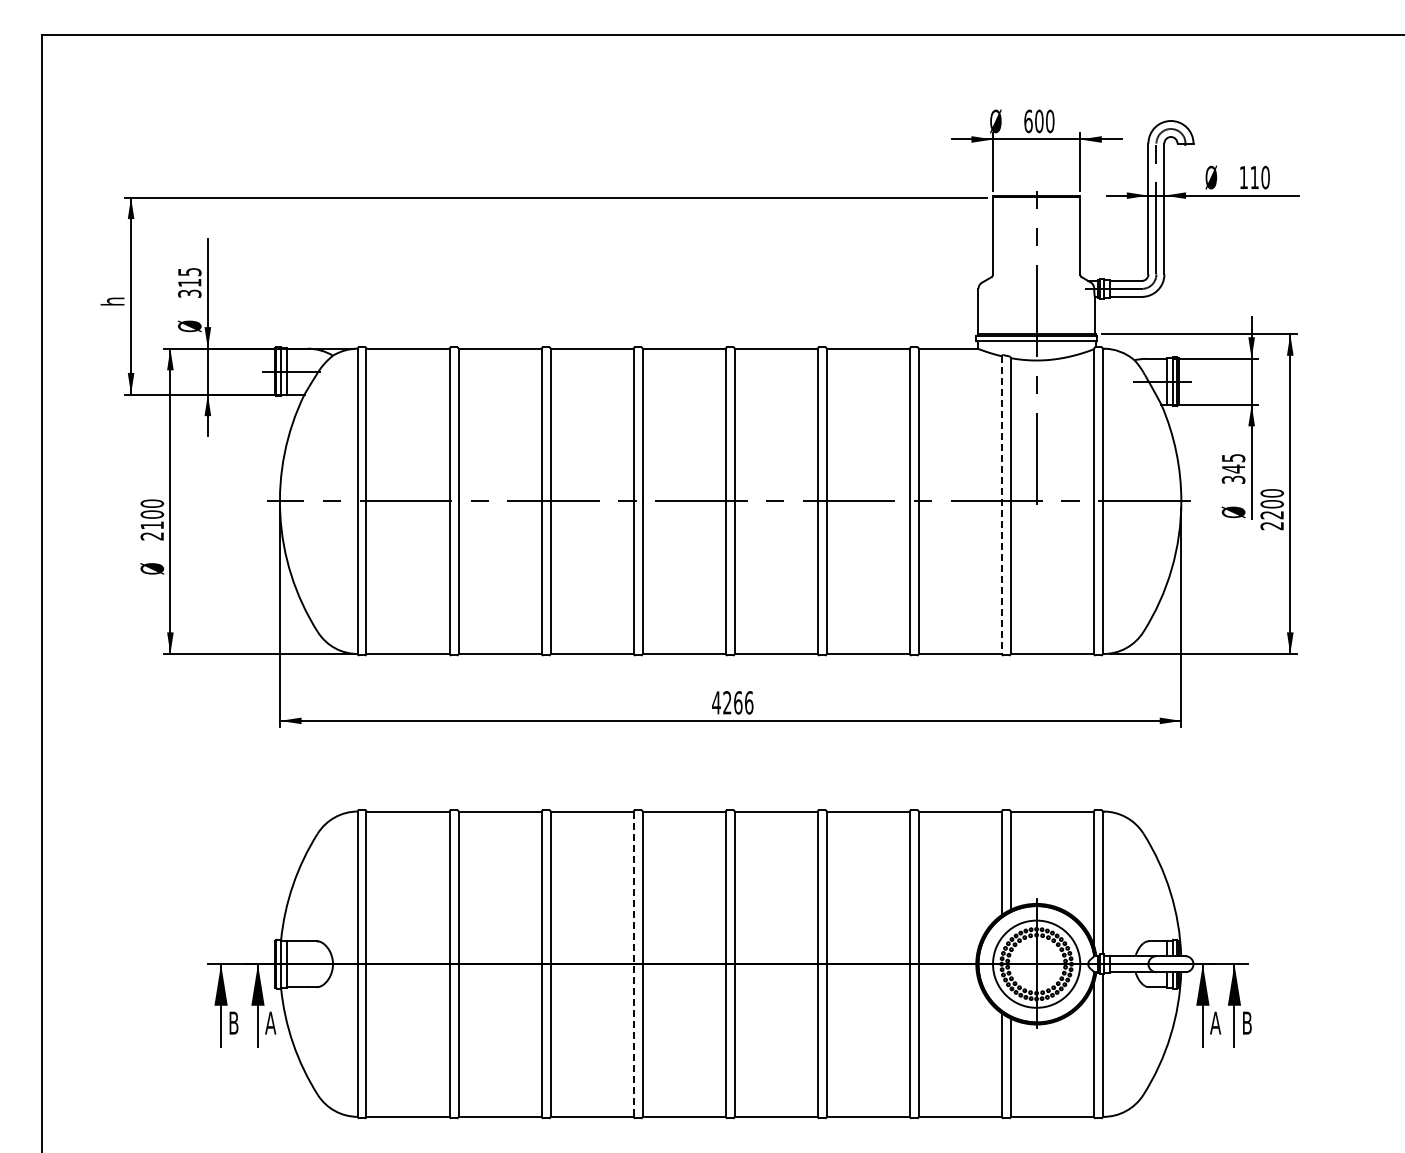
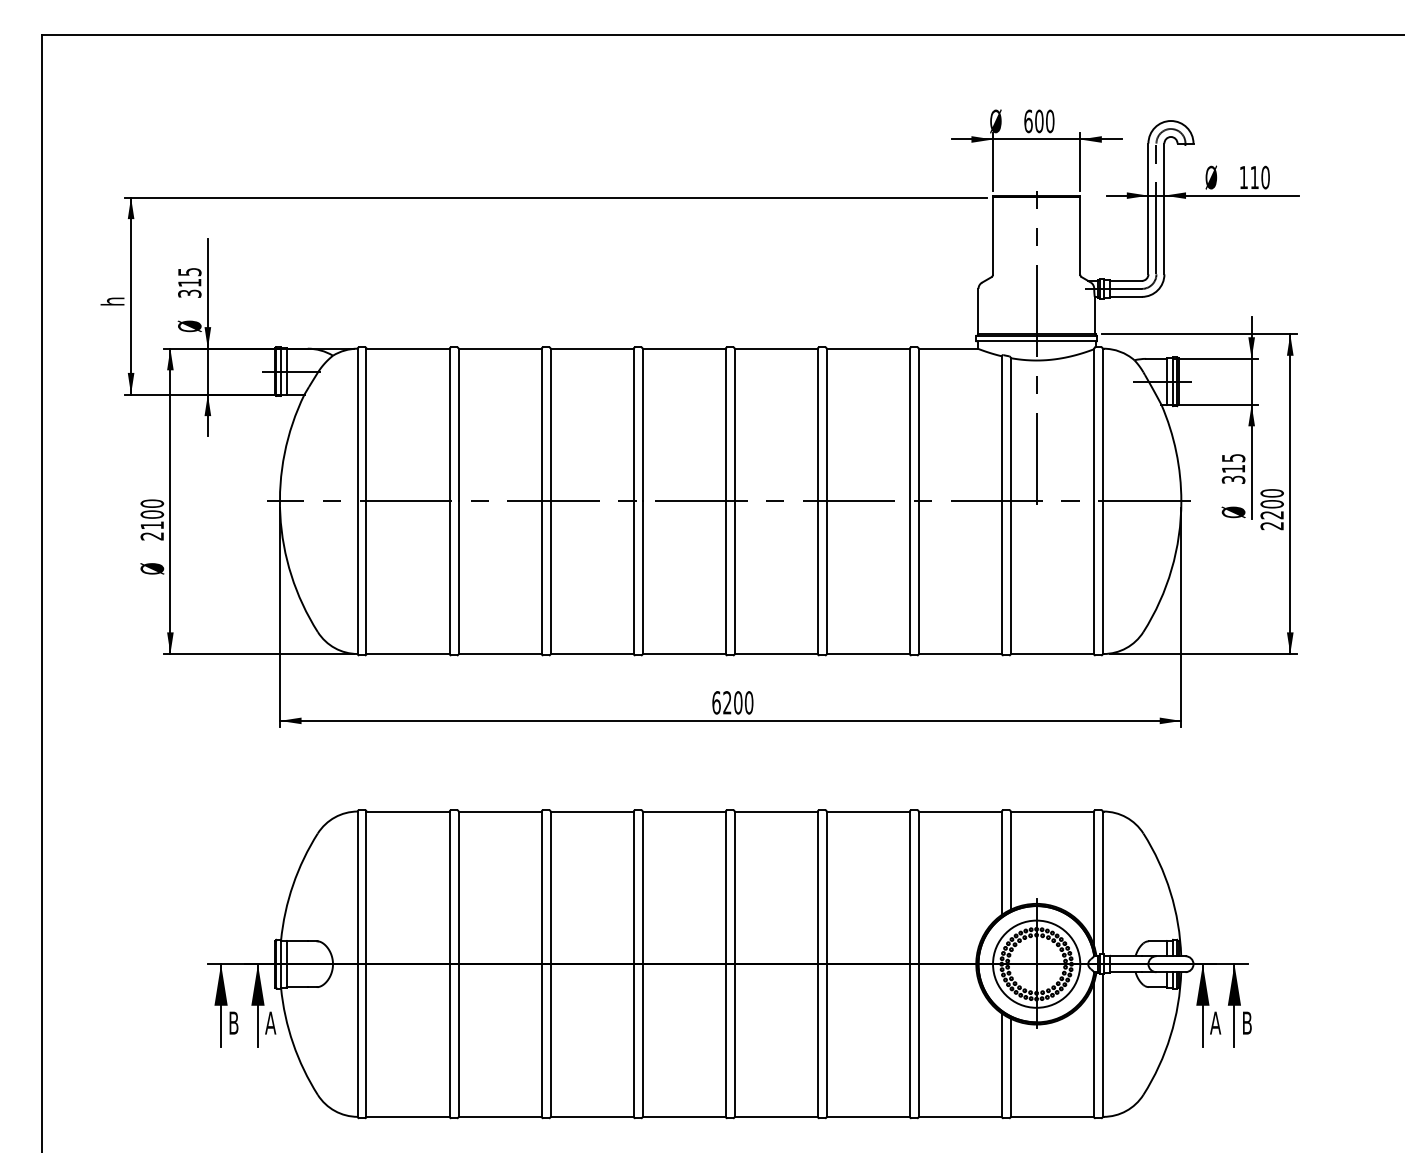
text at (1233, 468): 345 -> 315
line at (1001, 505): dashed -> solid
text at (732, 702): 4266 -> 6200
line at (633, 964): dashed -> solid
